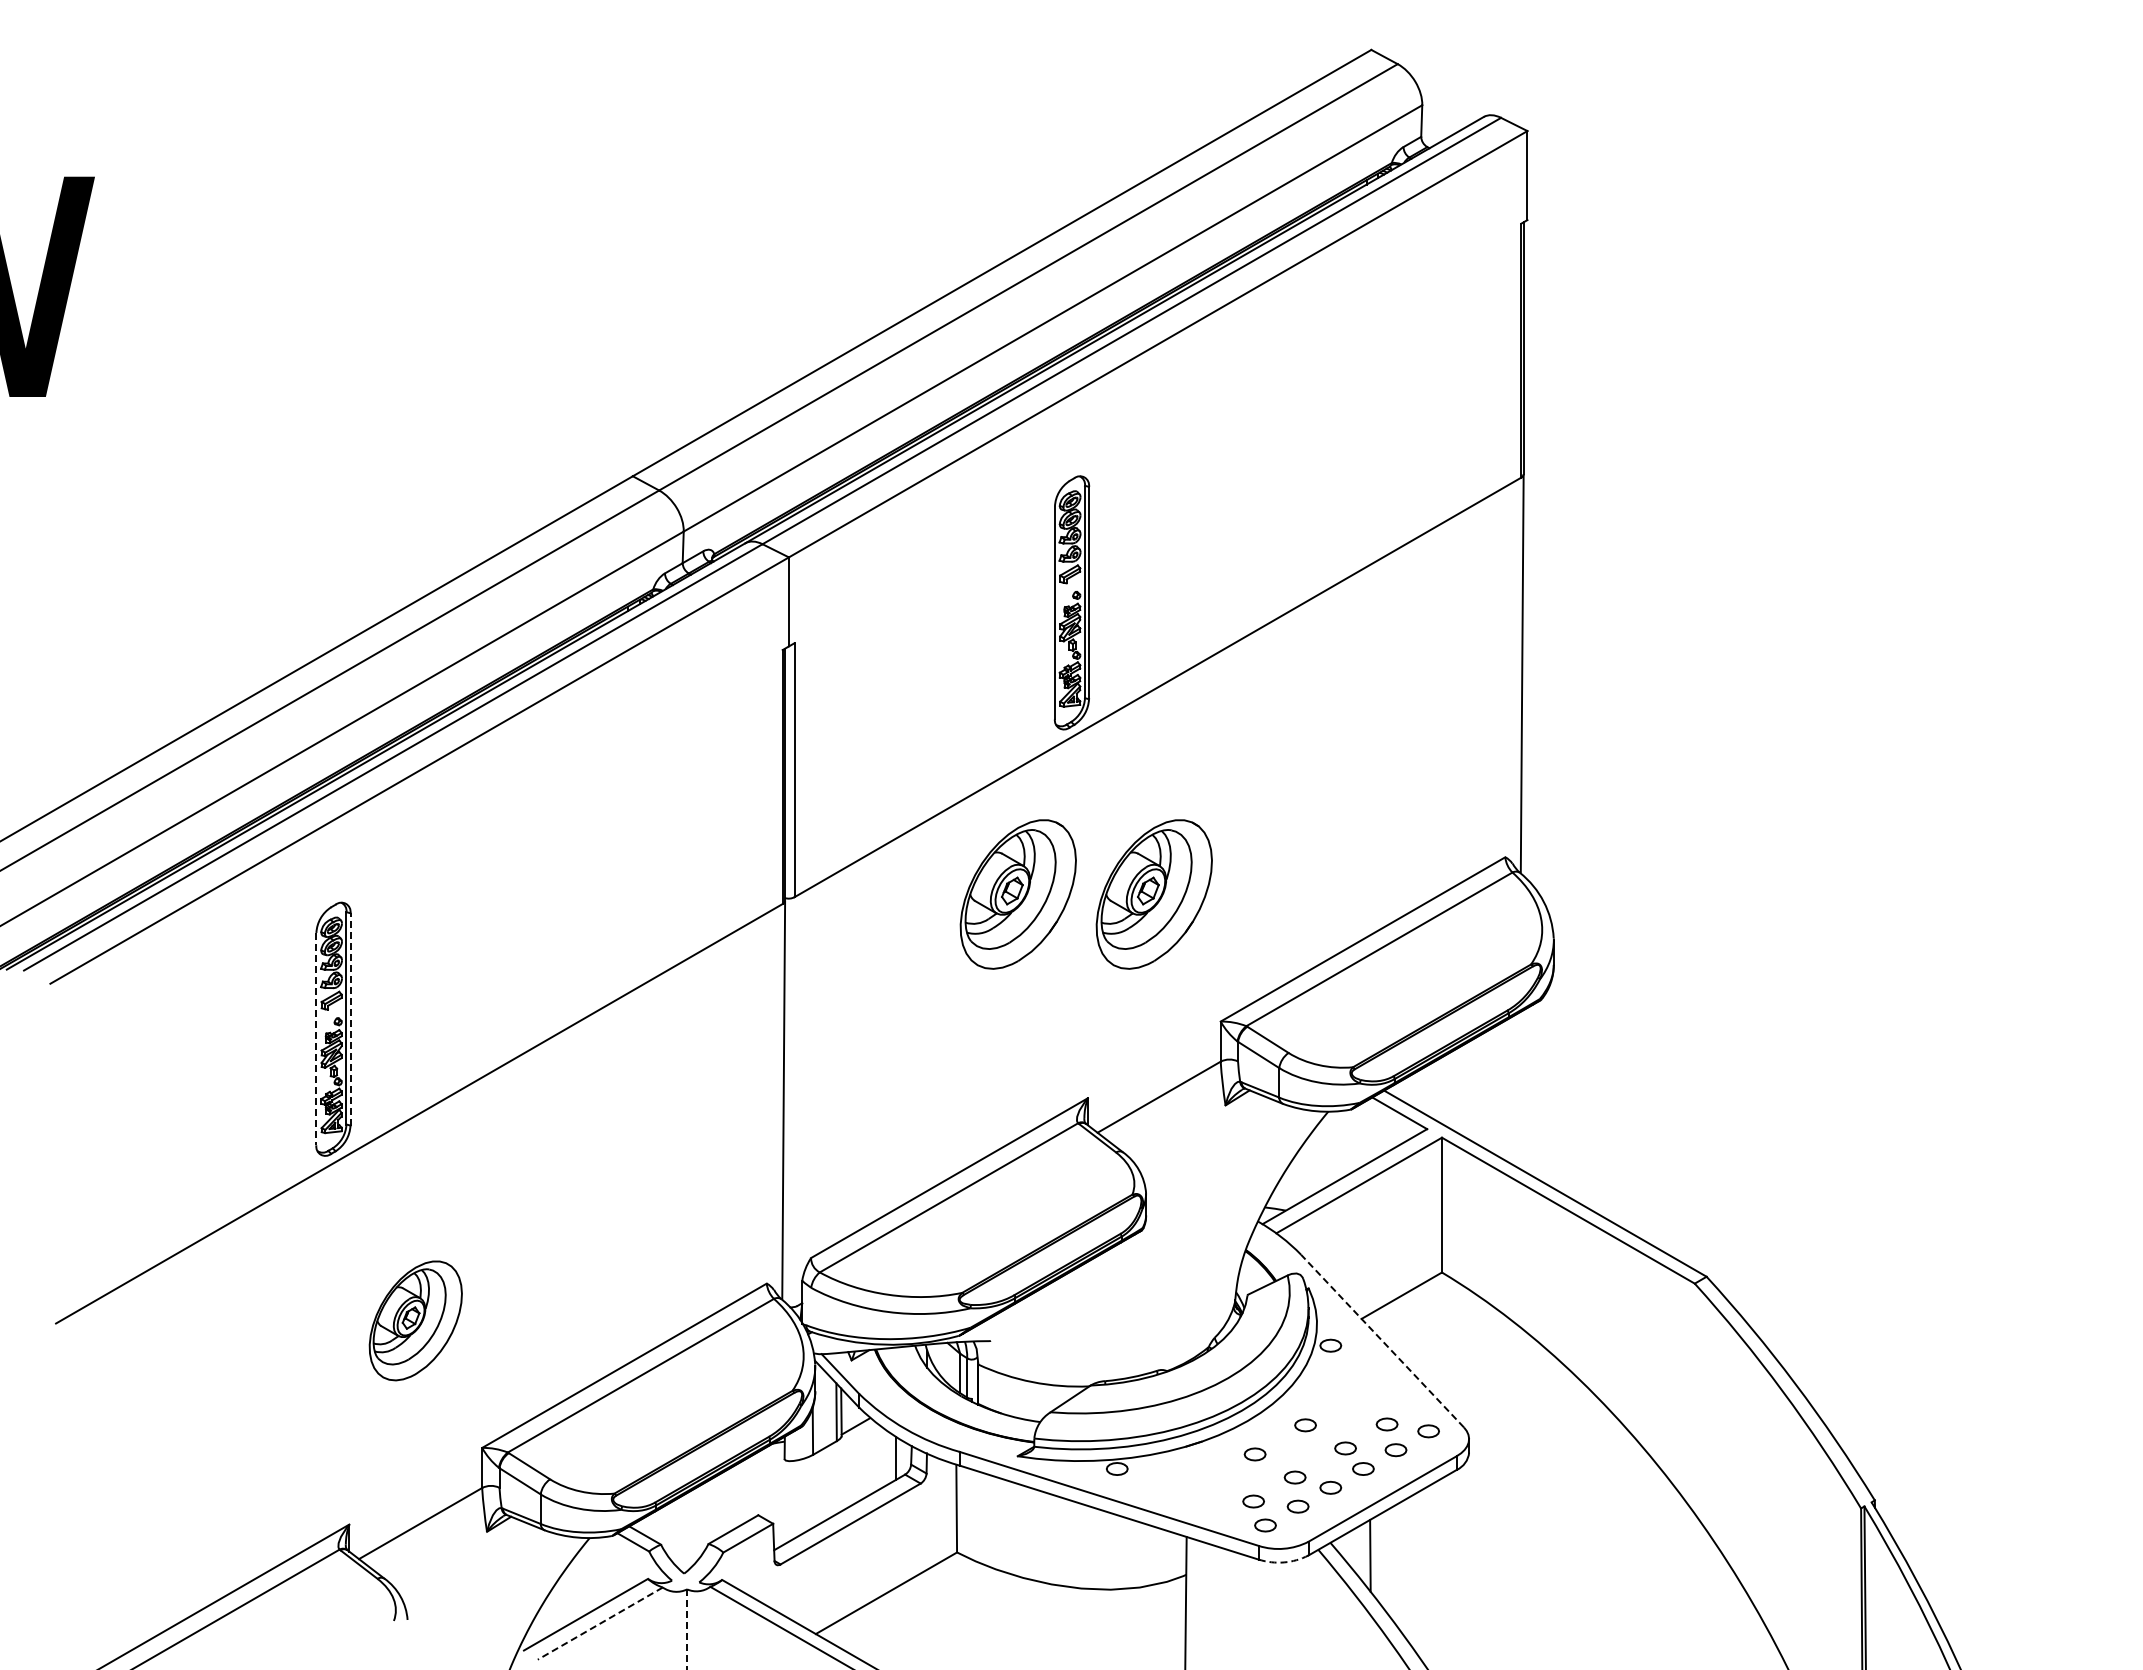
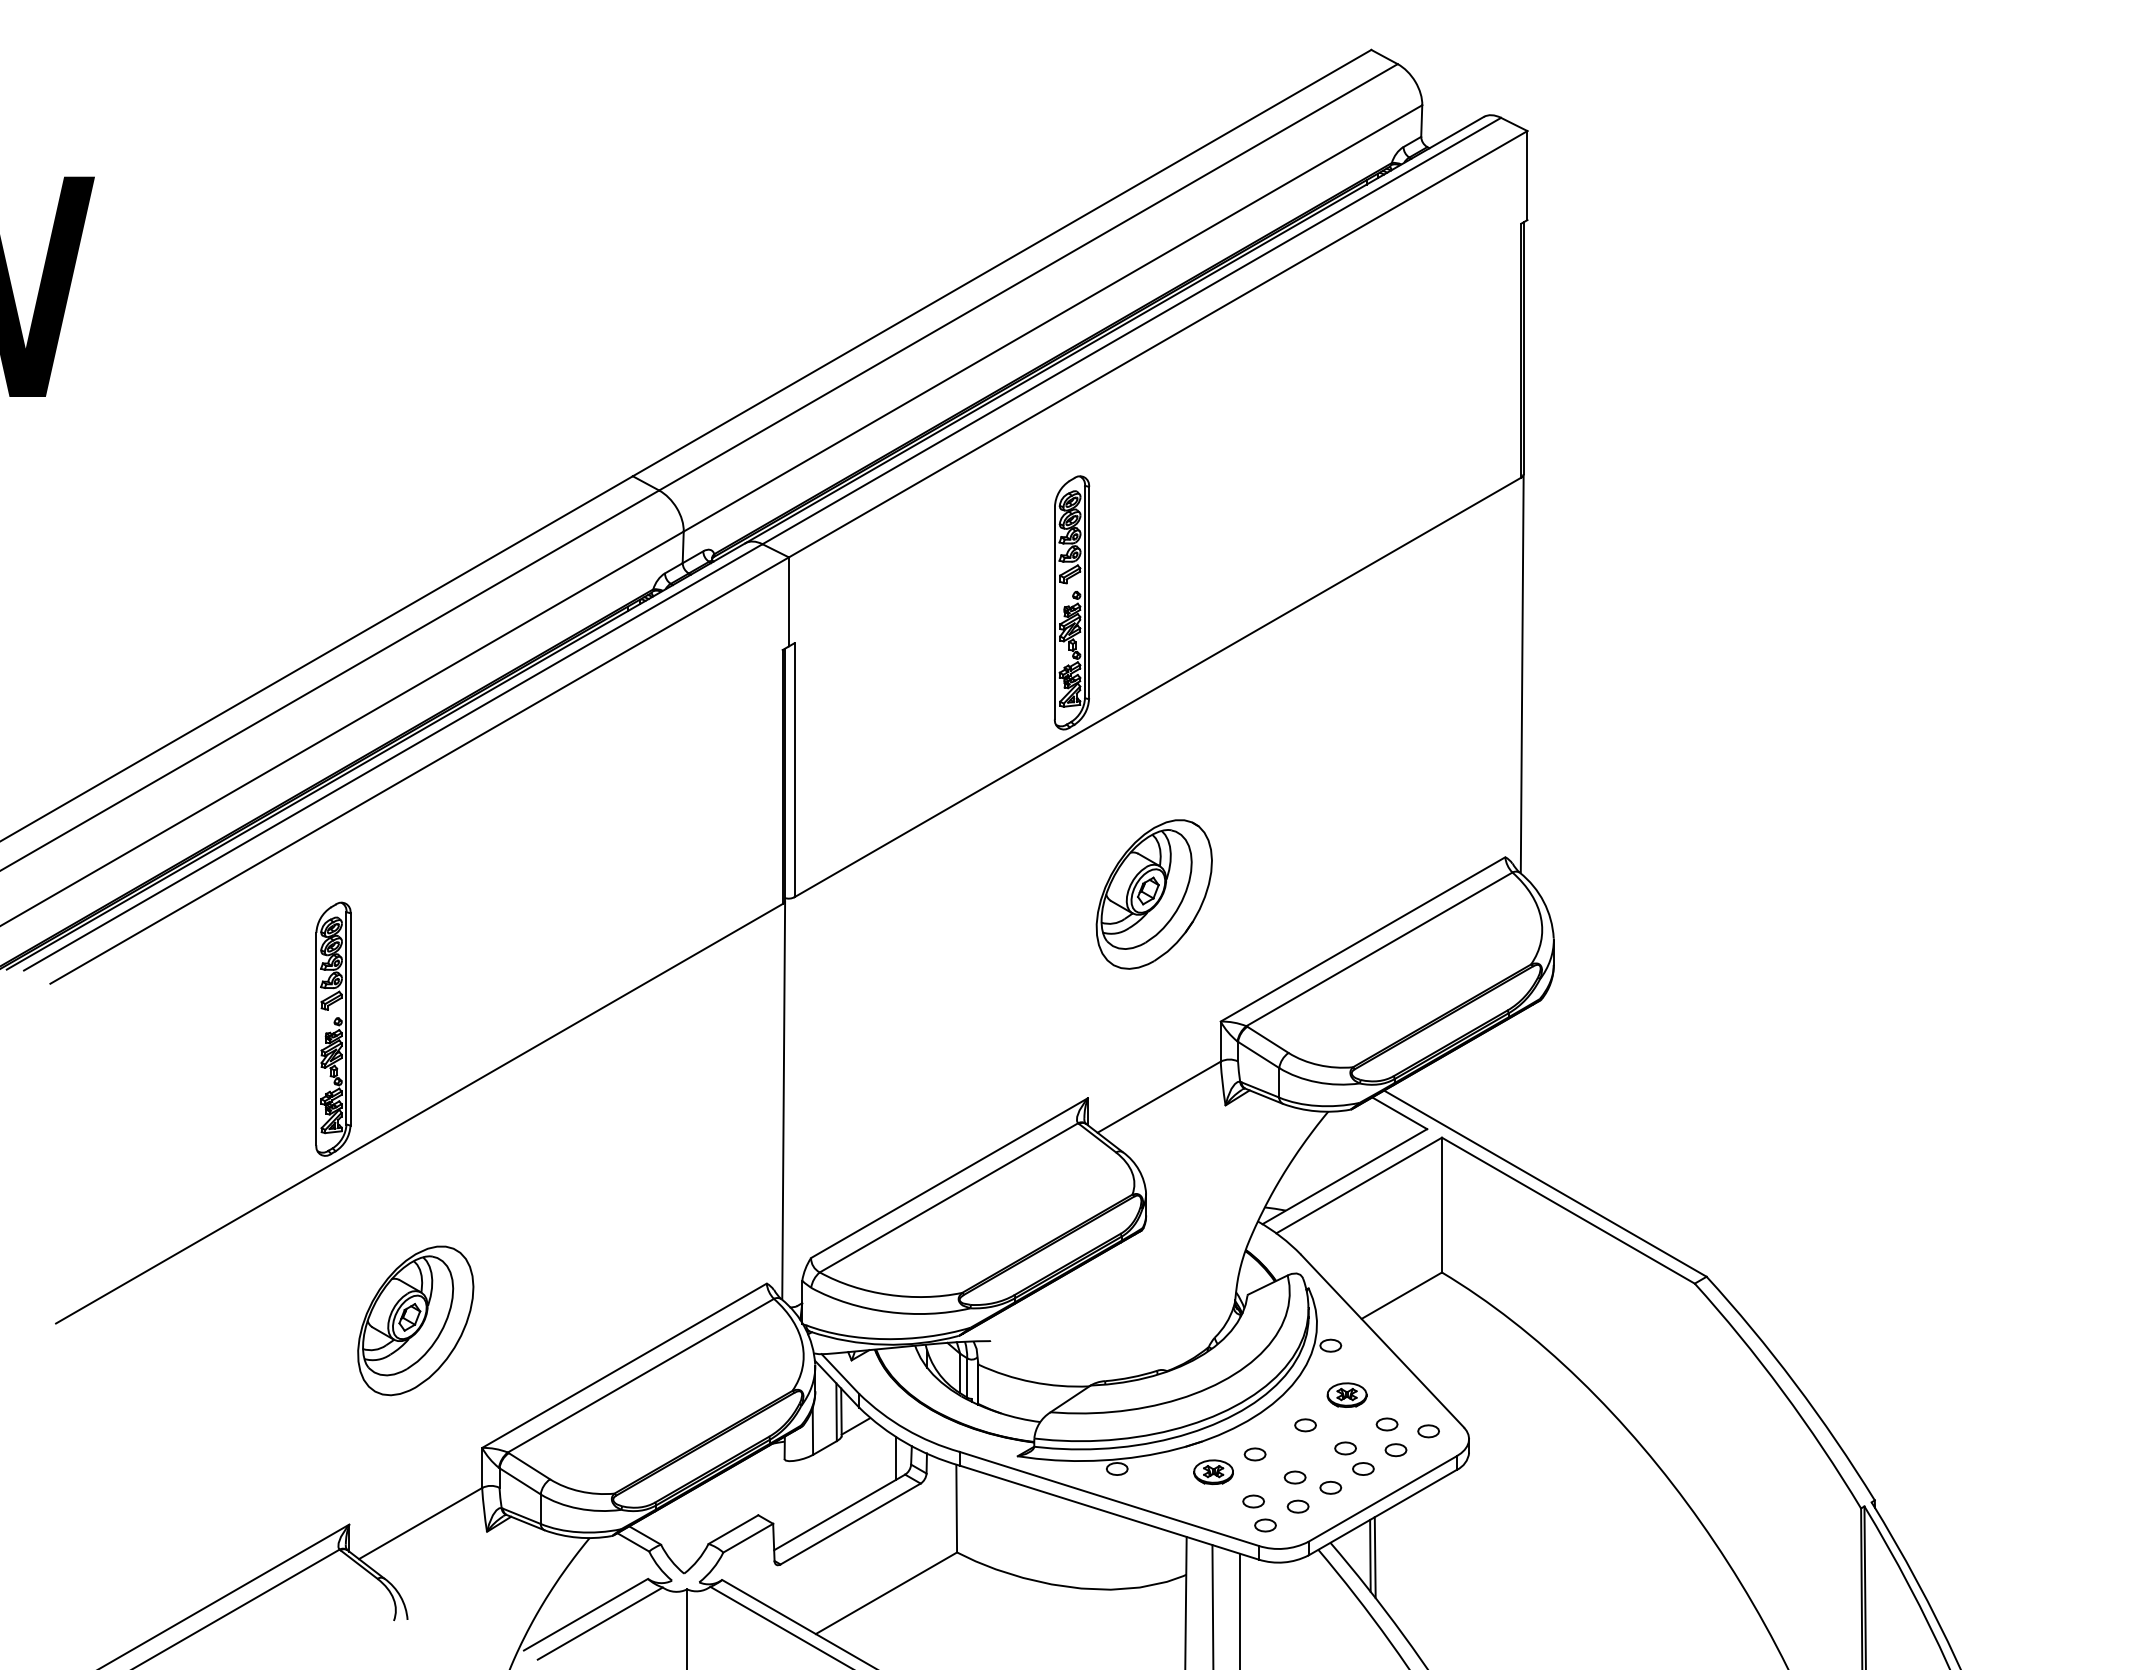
part at (1017, 894): present -> none
line at (350, 1018): dashed -> solid
line at (316, 1039): dashed -> solid
part at (415, 1320) size: 95x122 px -> 118x152 px
line at (1382, 1341): dashed -> solid
part at (1346, 1394): none -> present
part at (1213, 1472): none -> present
line at (1374, 1557): none -> present
arc at (1284, 1562): dashed -> solid
line at (1212, 1605): none -> present
line at (1240, 1609): none -> present
line at (599, 1623): dashed -> solid
line at (687, 1629): dashed -> solid
